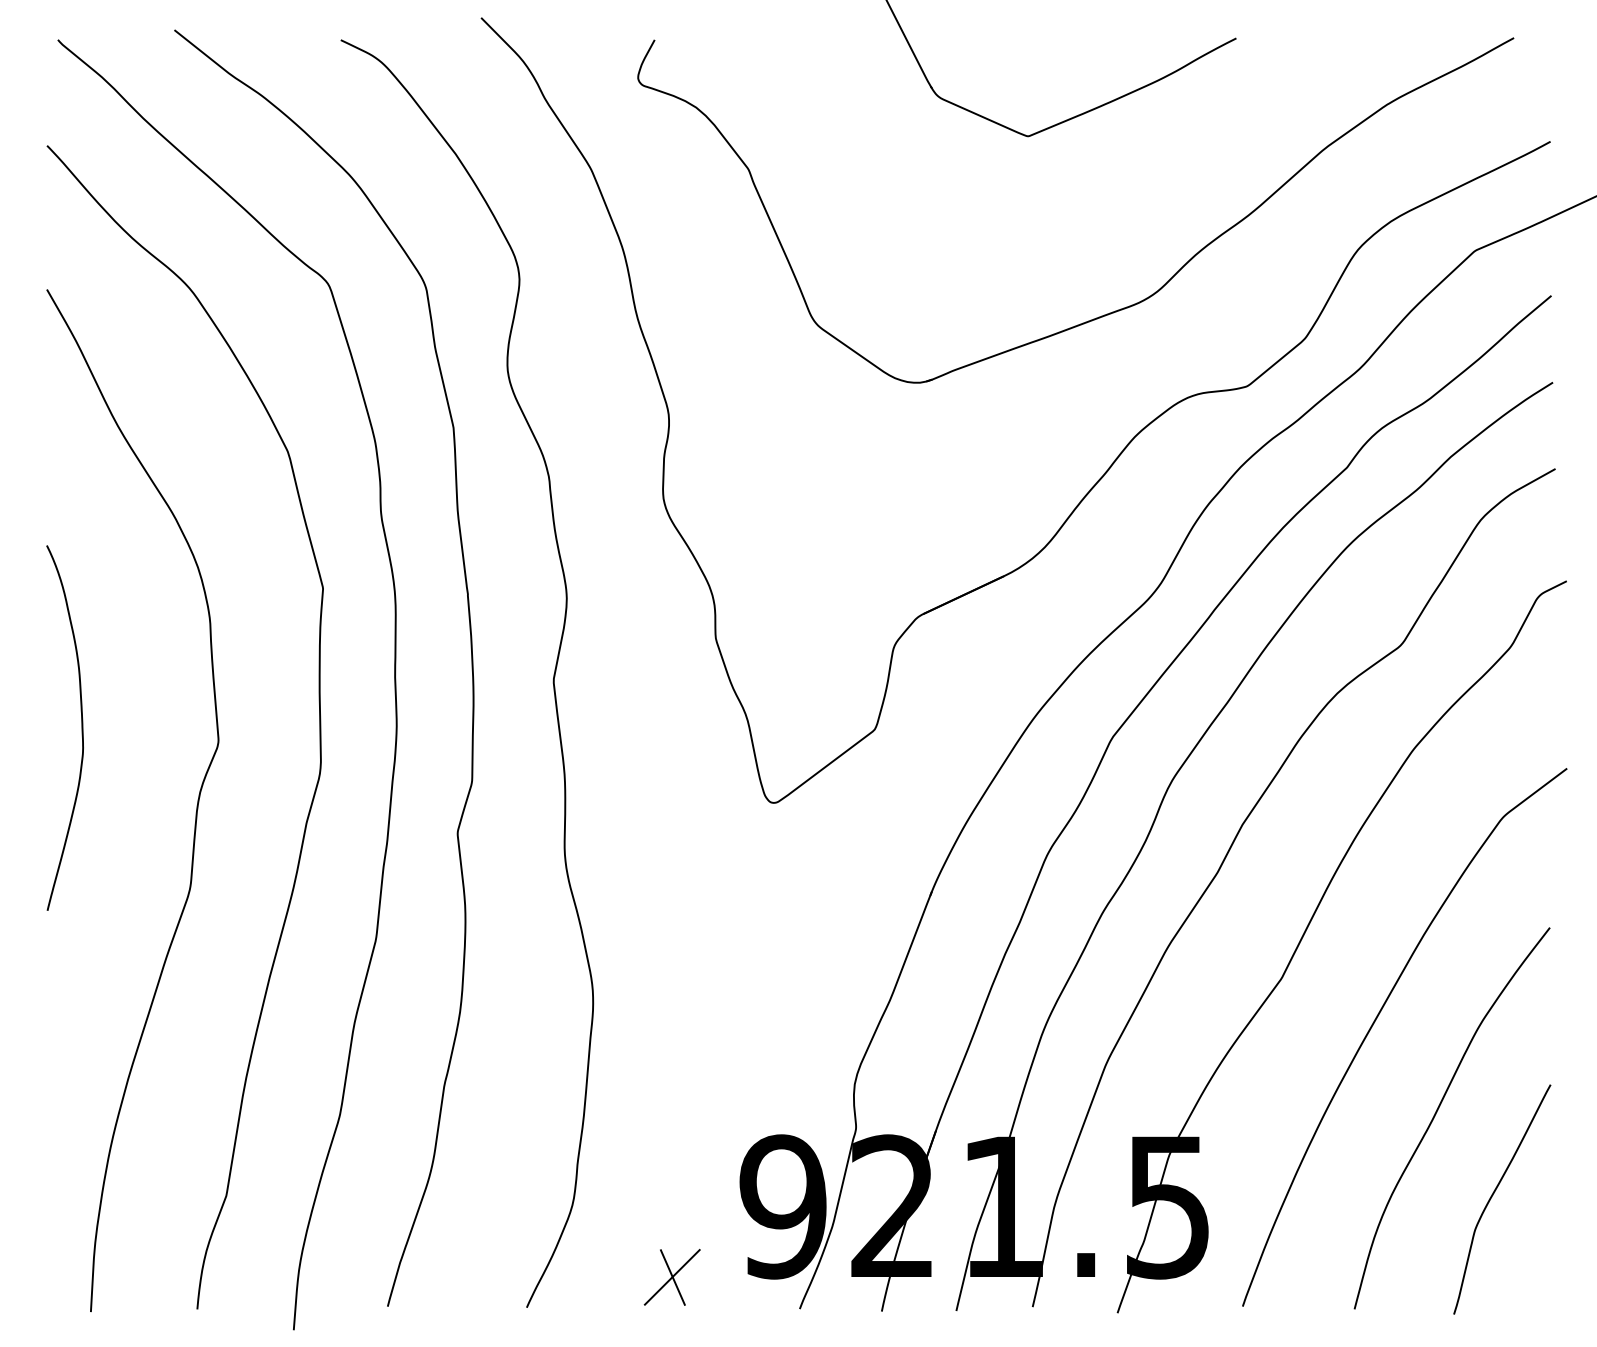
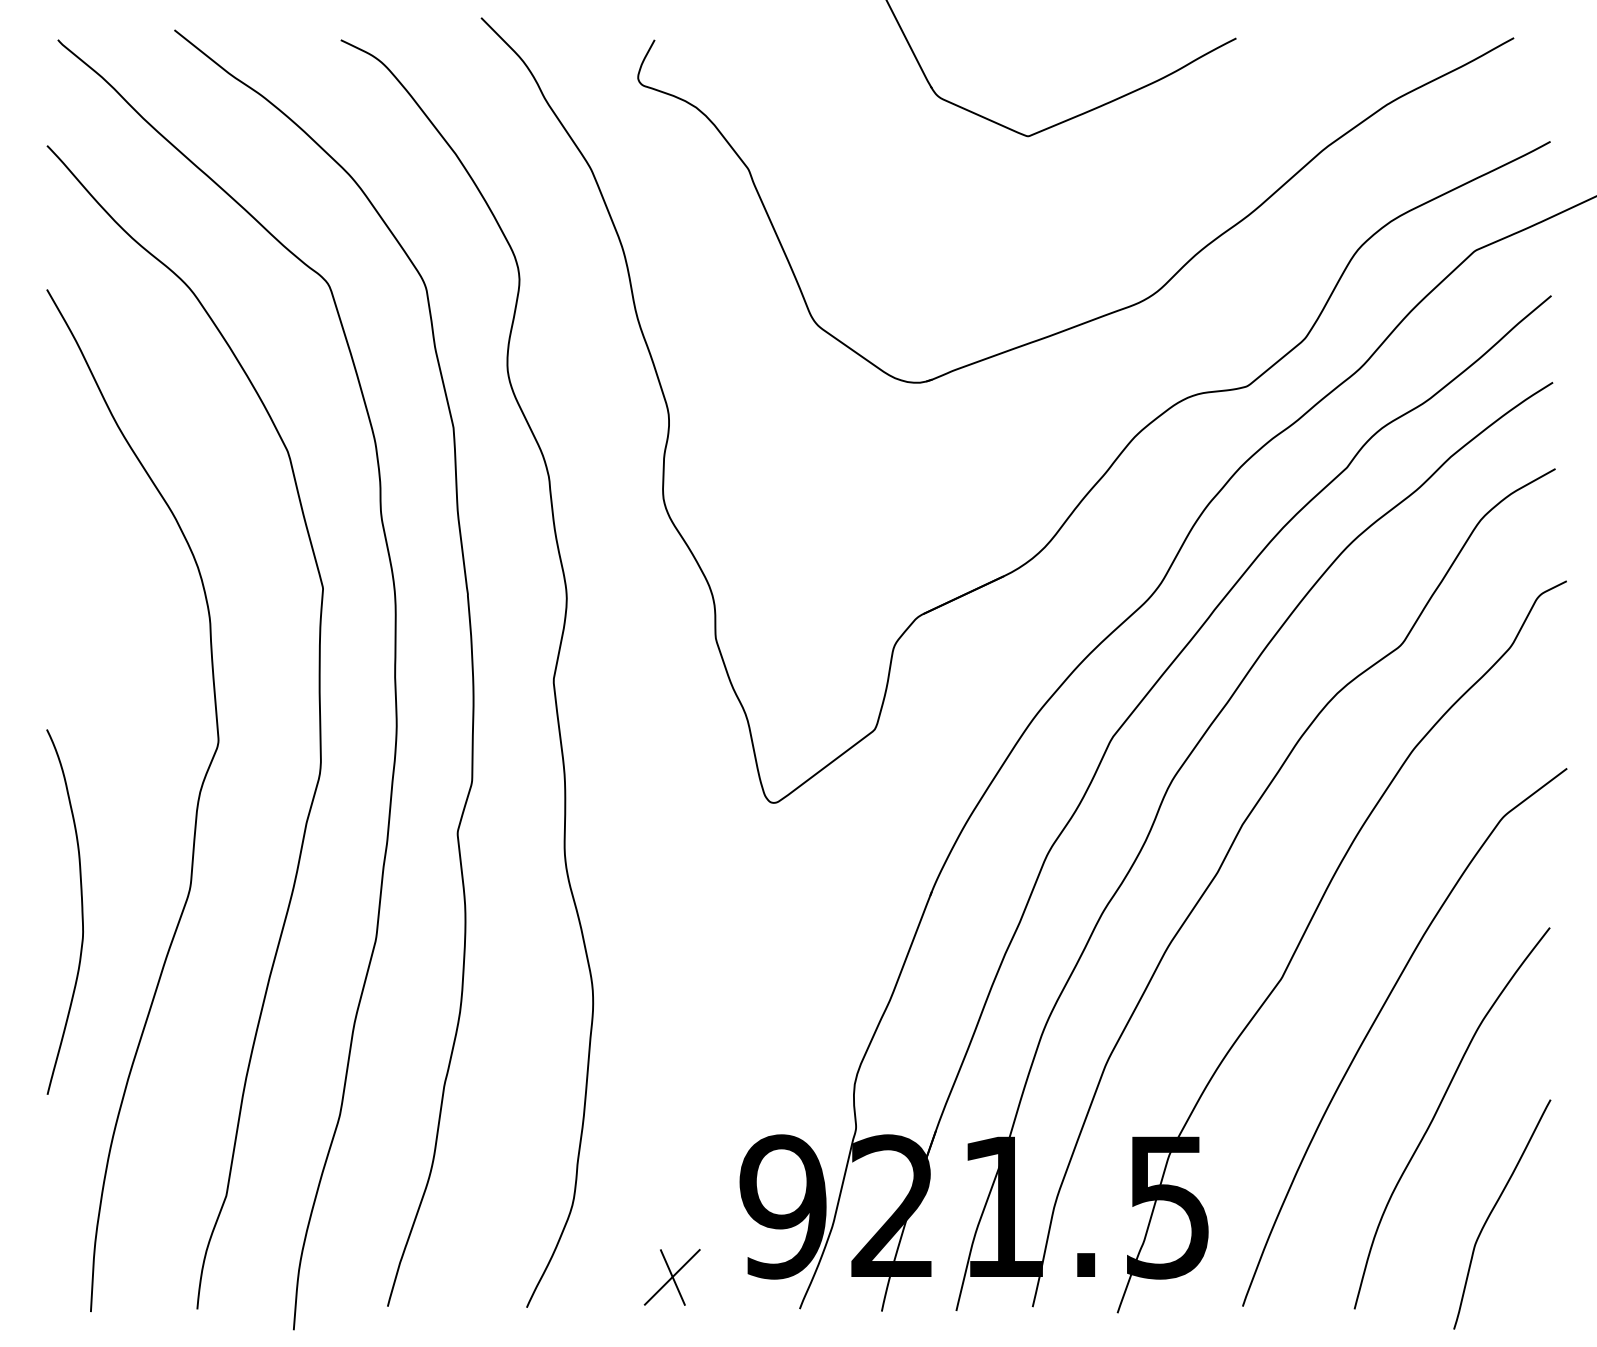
curve at (81, 727) position: (81, 727) -> (81, 911)
curve at (1493, 1195) position: (1493, 1195) -> (1493, 1210)
